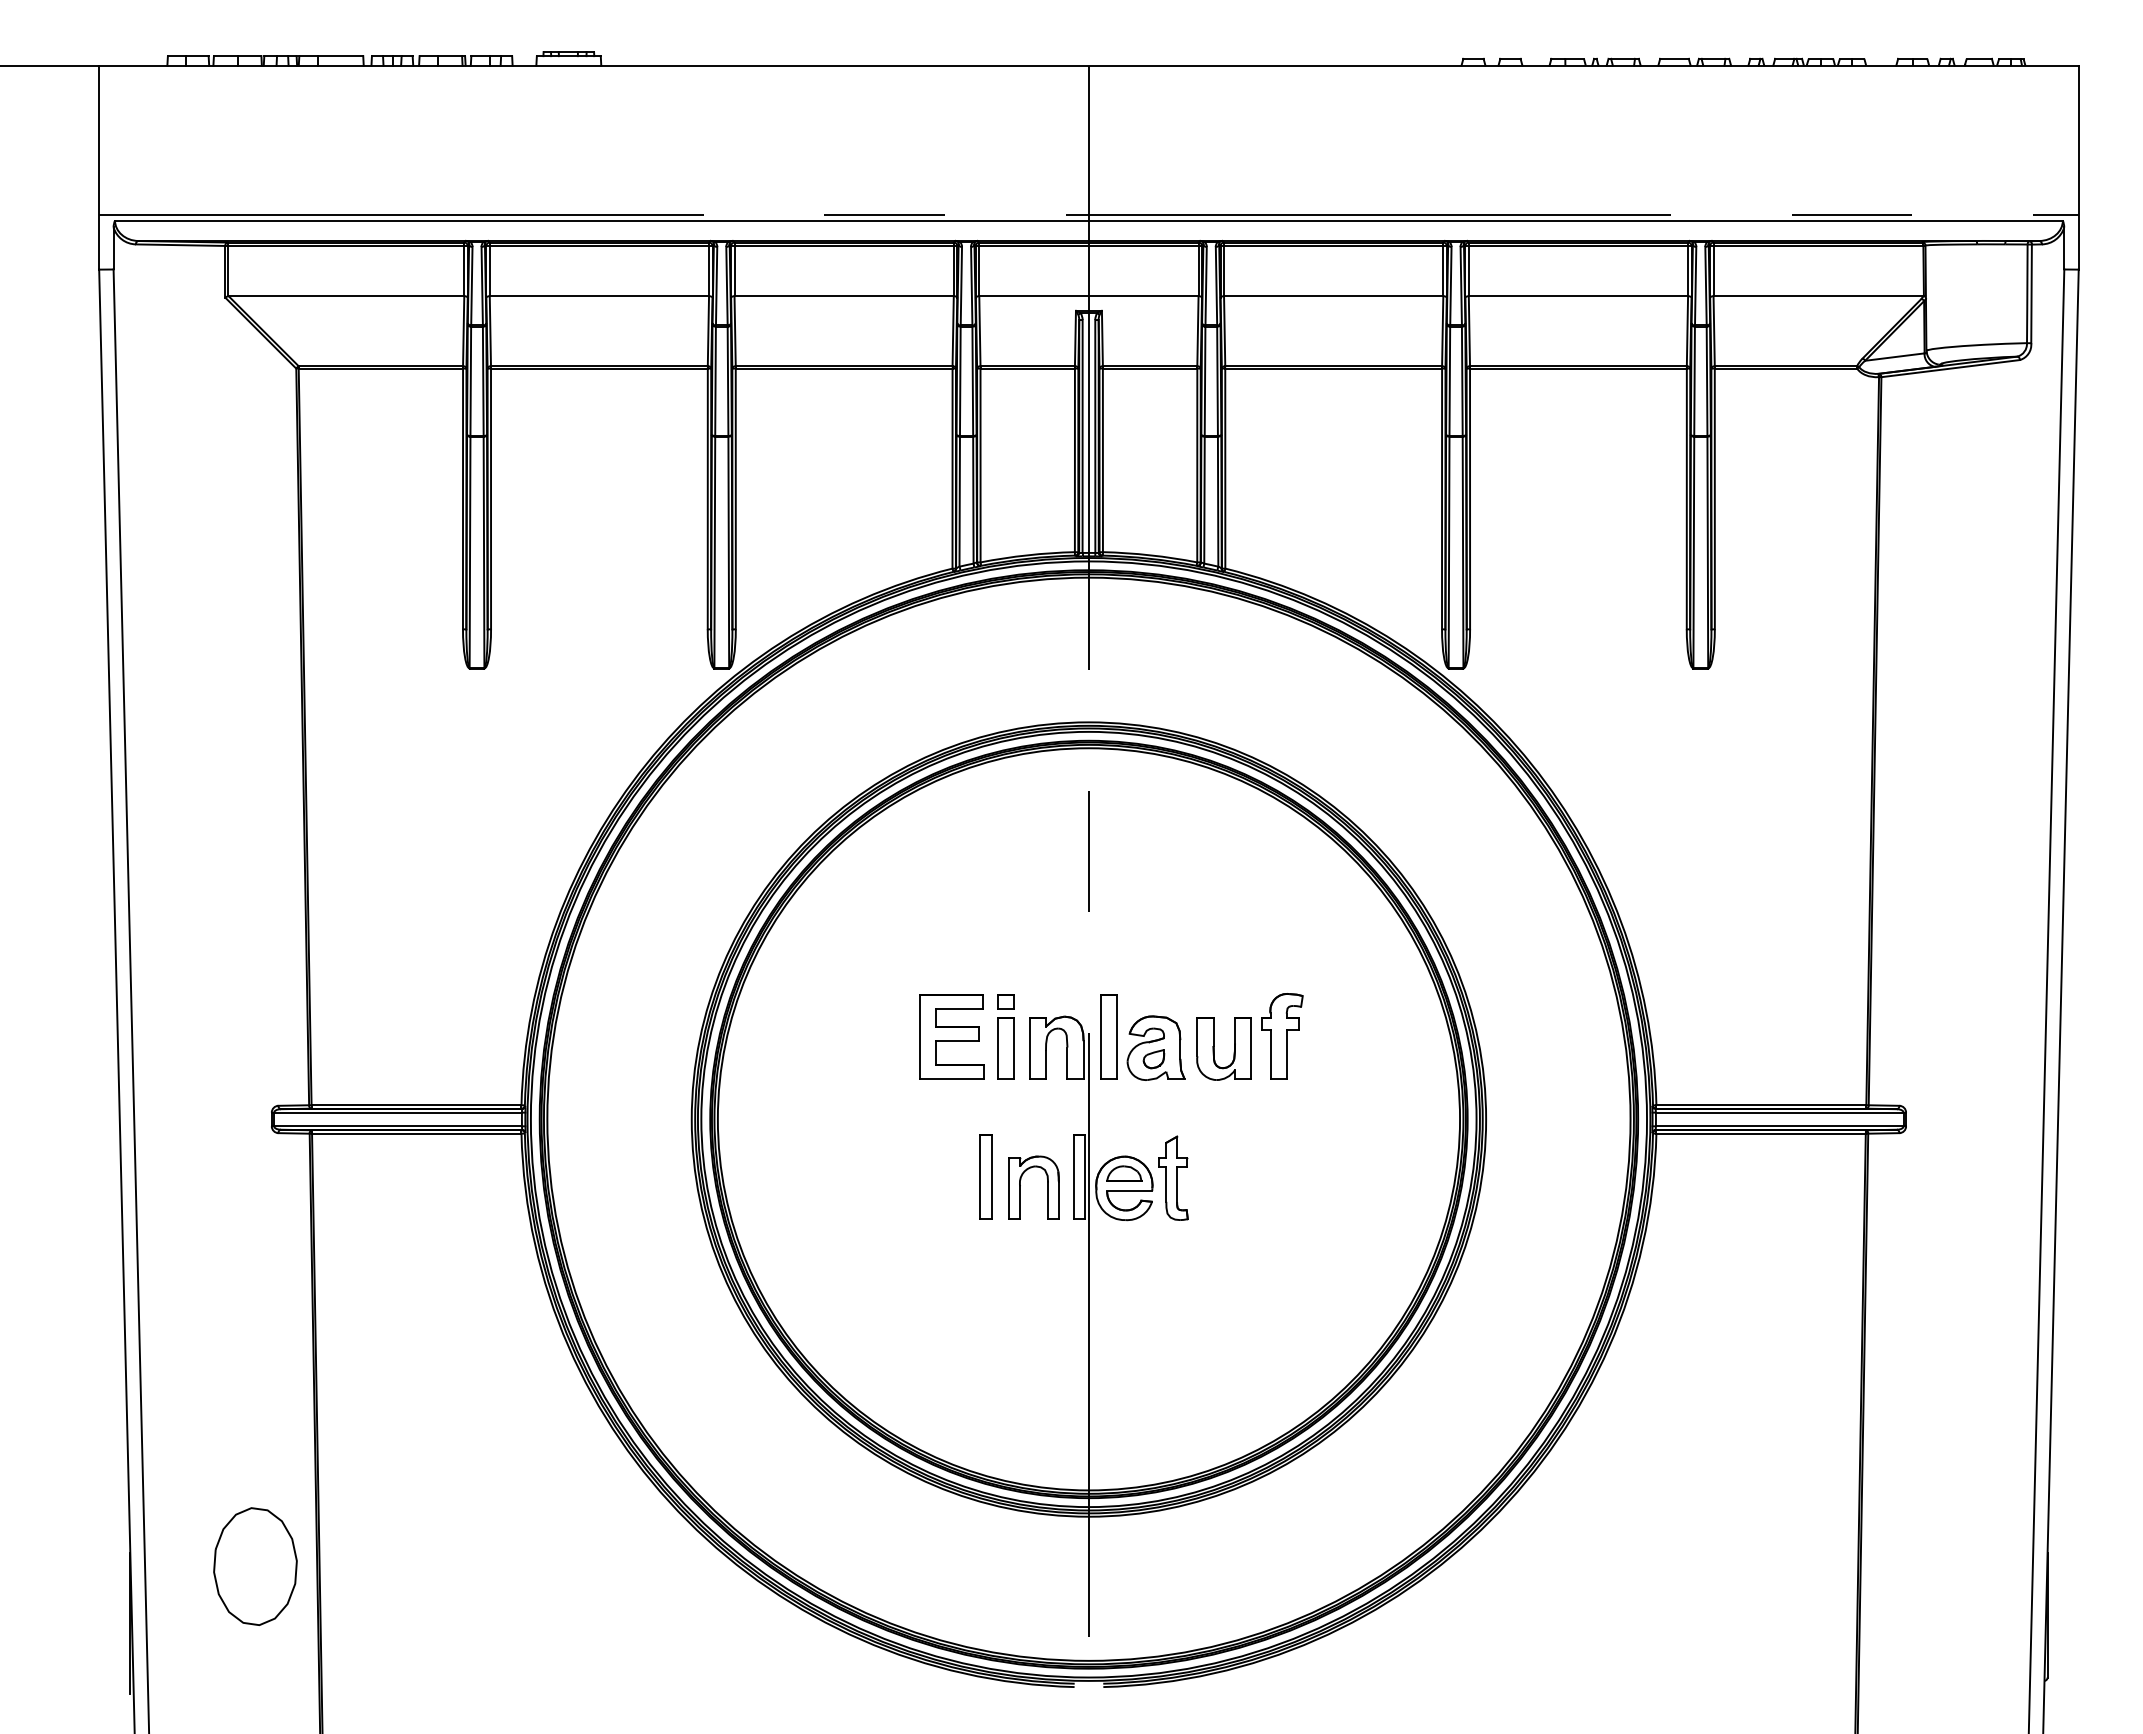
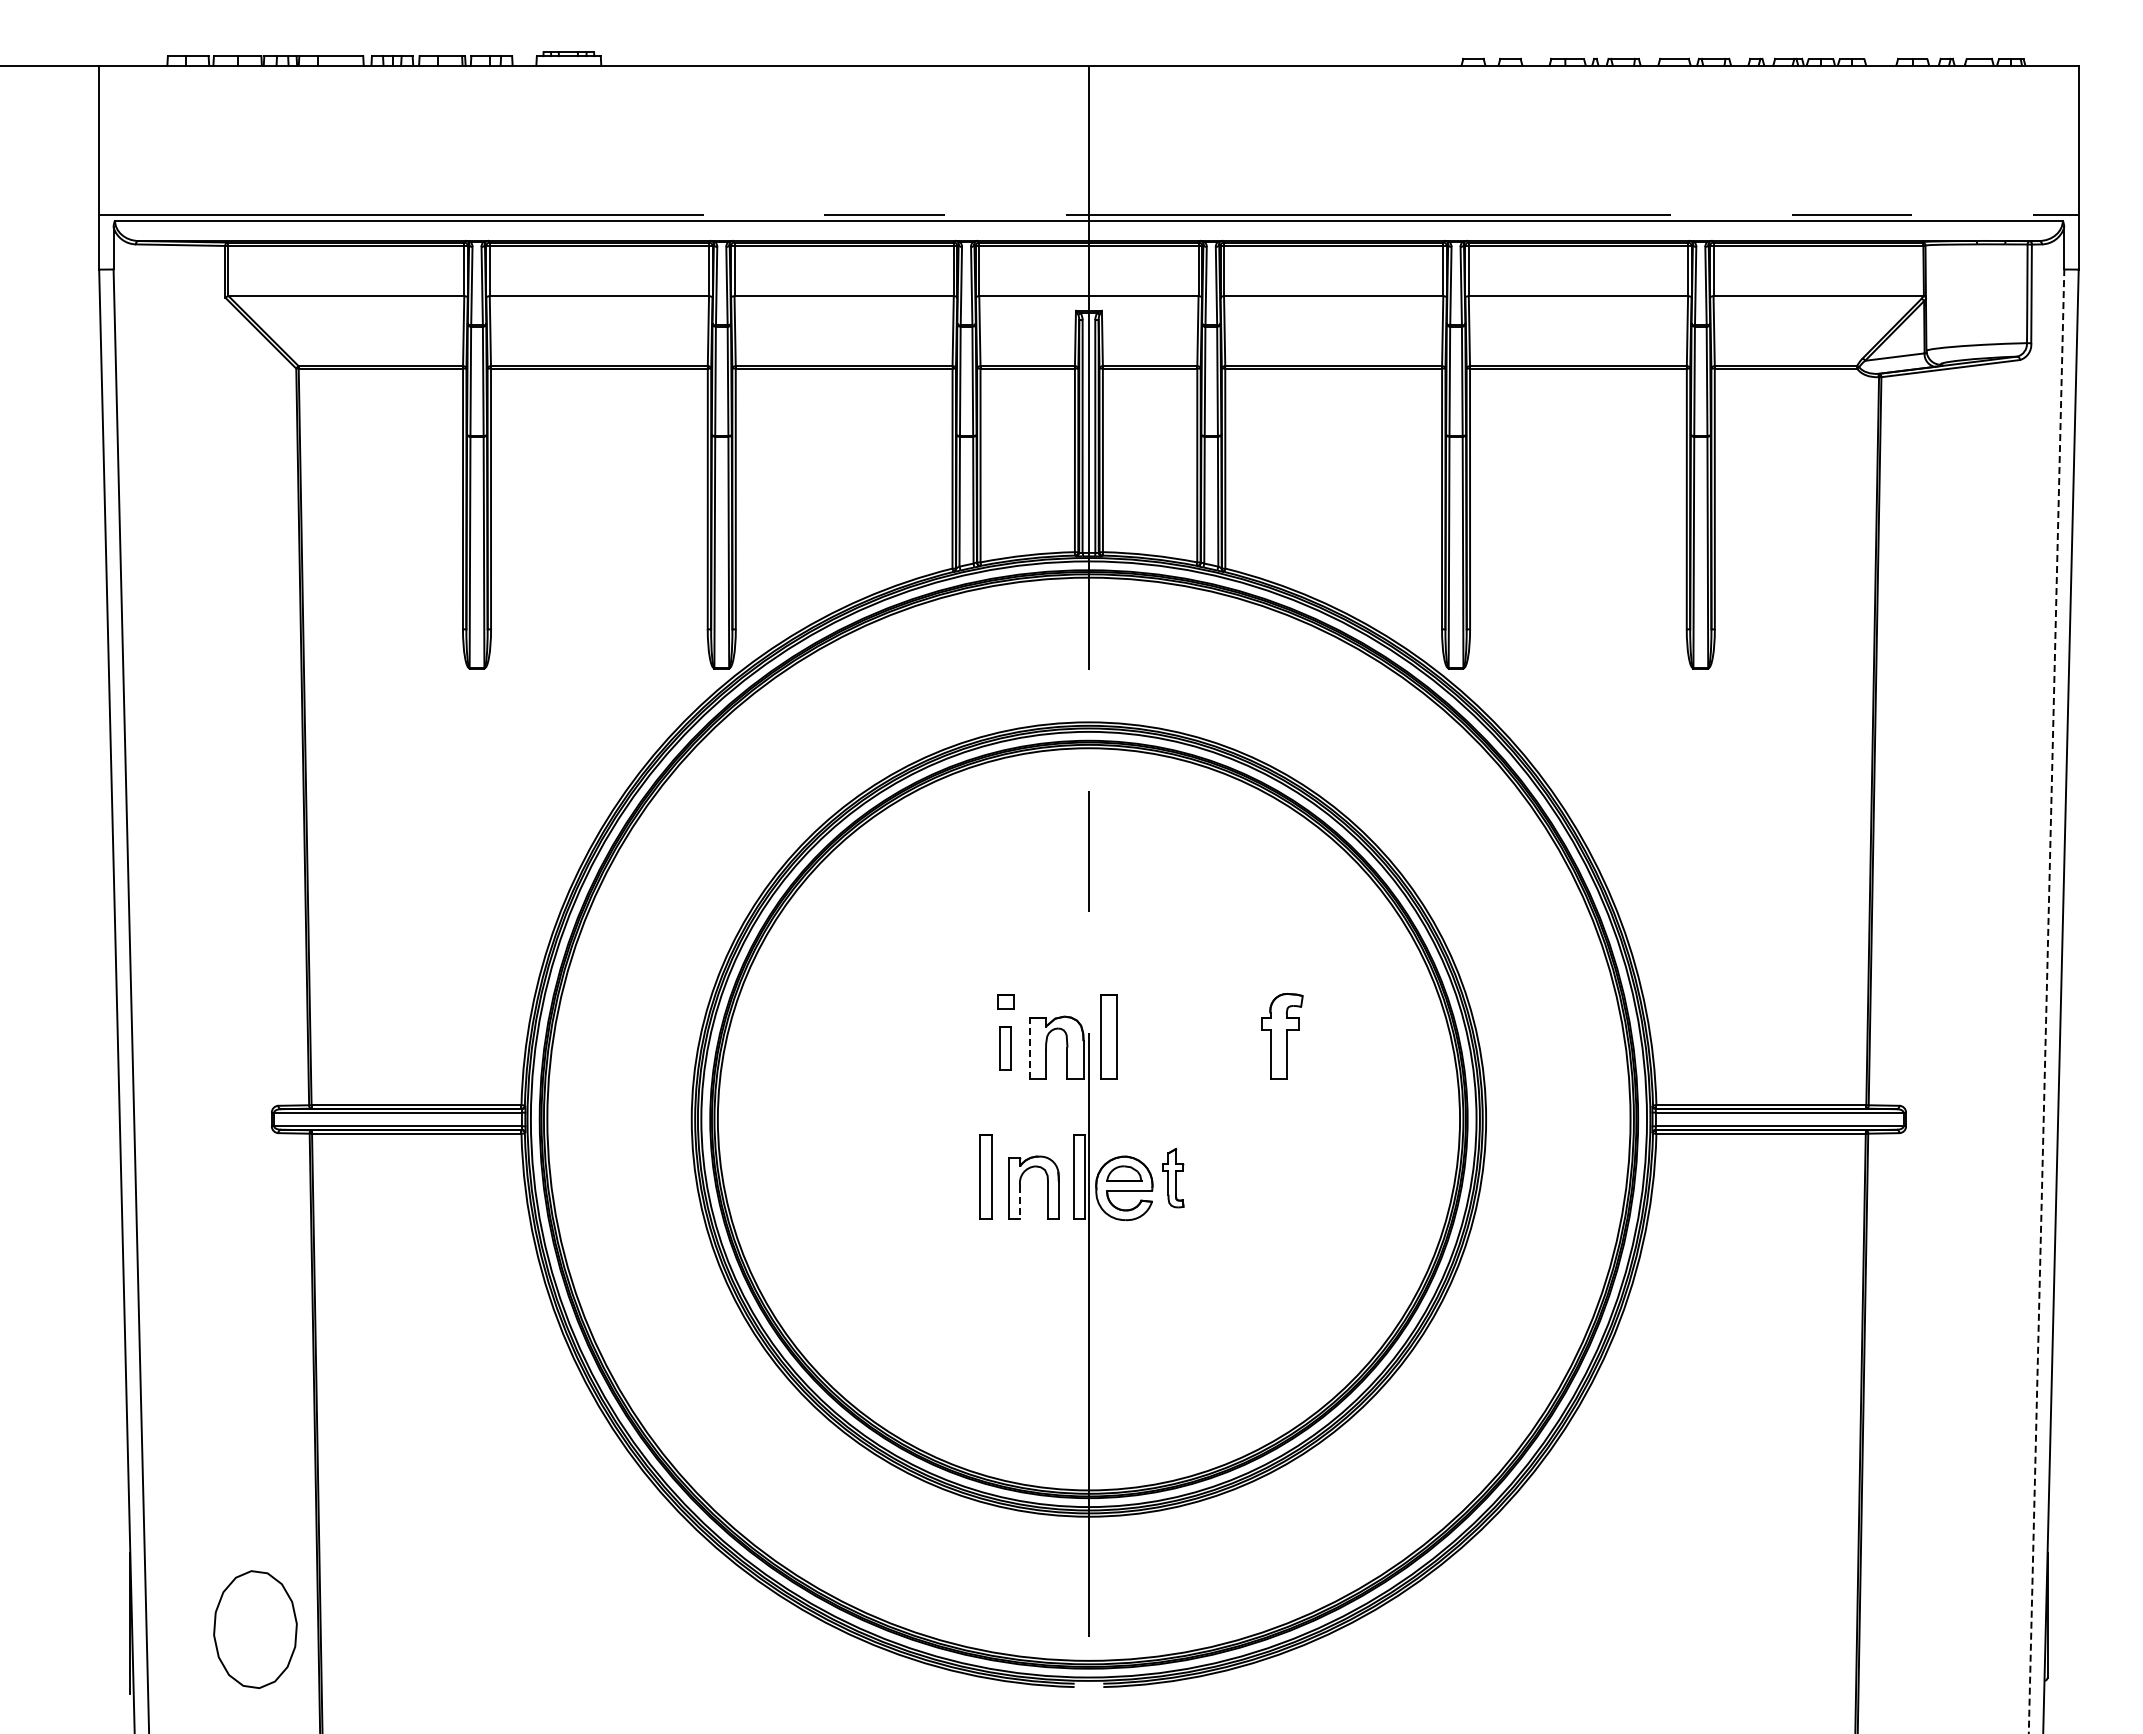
line at (2046, 1001): solid -> dashed
part at (951, 1036): present -> none
part at (1155, 1047): present -> none
part at (1005, 1048) size: 18x63 px -> 13x45 px
line at (1029, 1048): solid -> dashed
part at (1214, 1048): present -> none
part at (1173, 1177) size: 31x86 px -> 23x61 px
line at (1020, 1203): solid -> dashed
part at (255, 1566) position: (255, 1566) -> (255, 1629)
